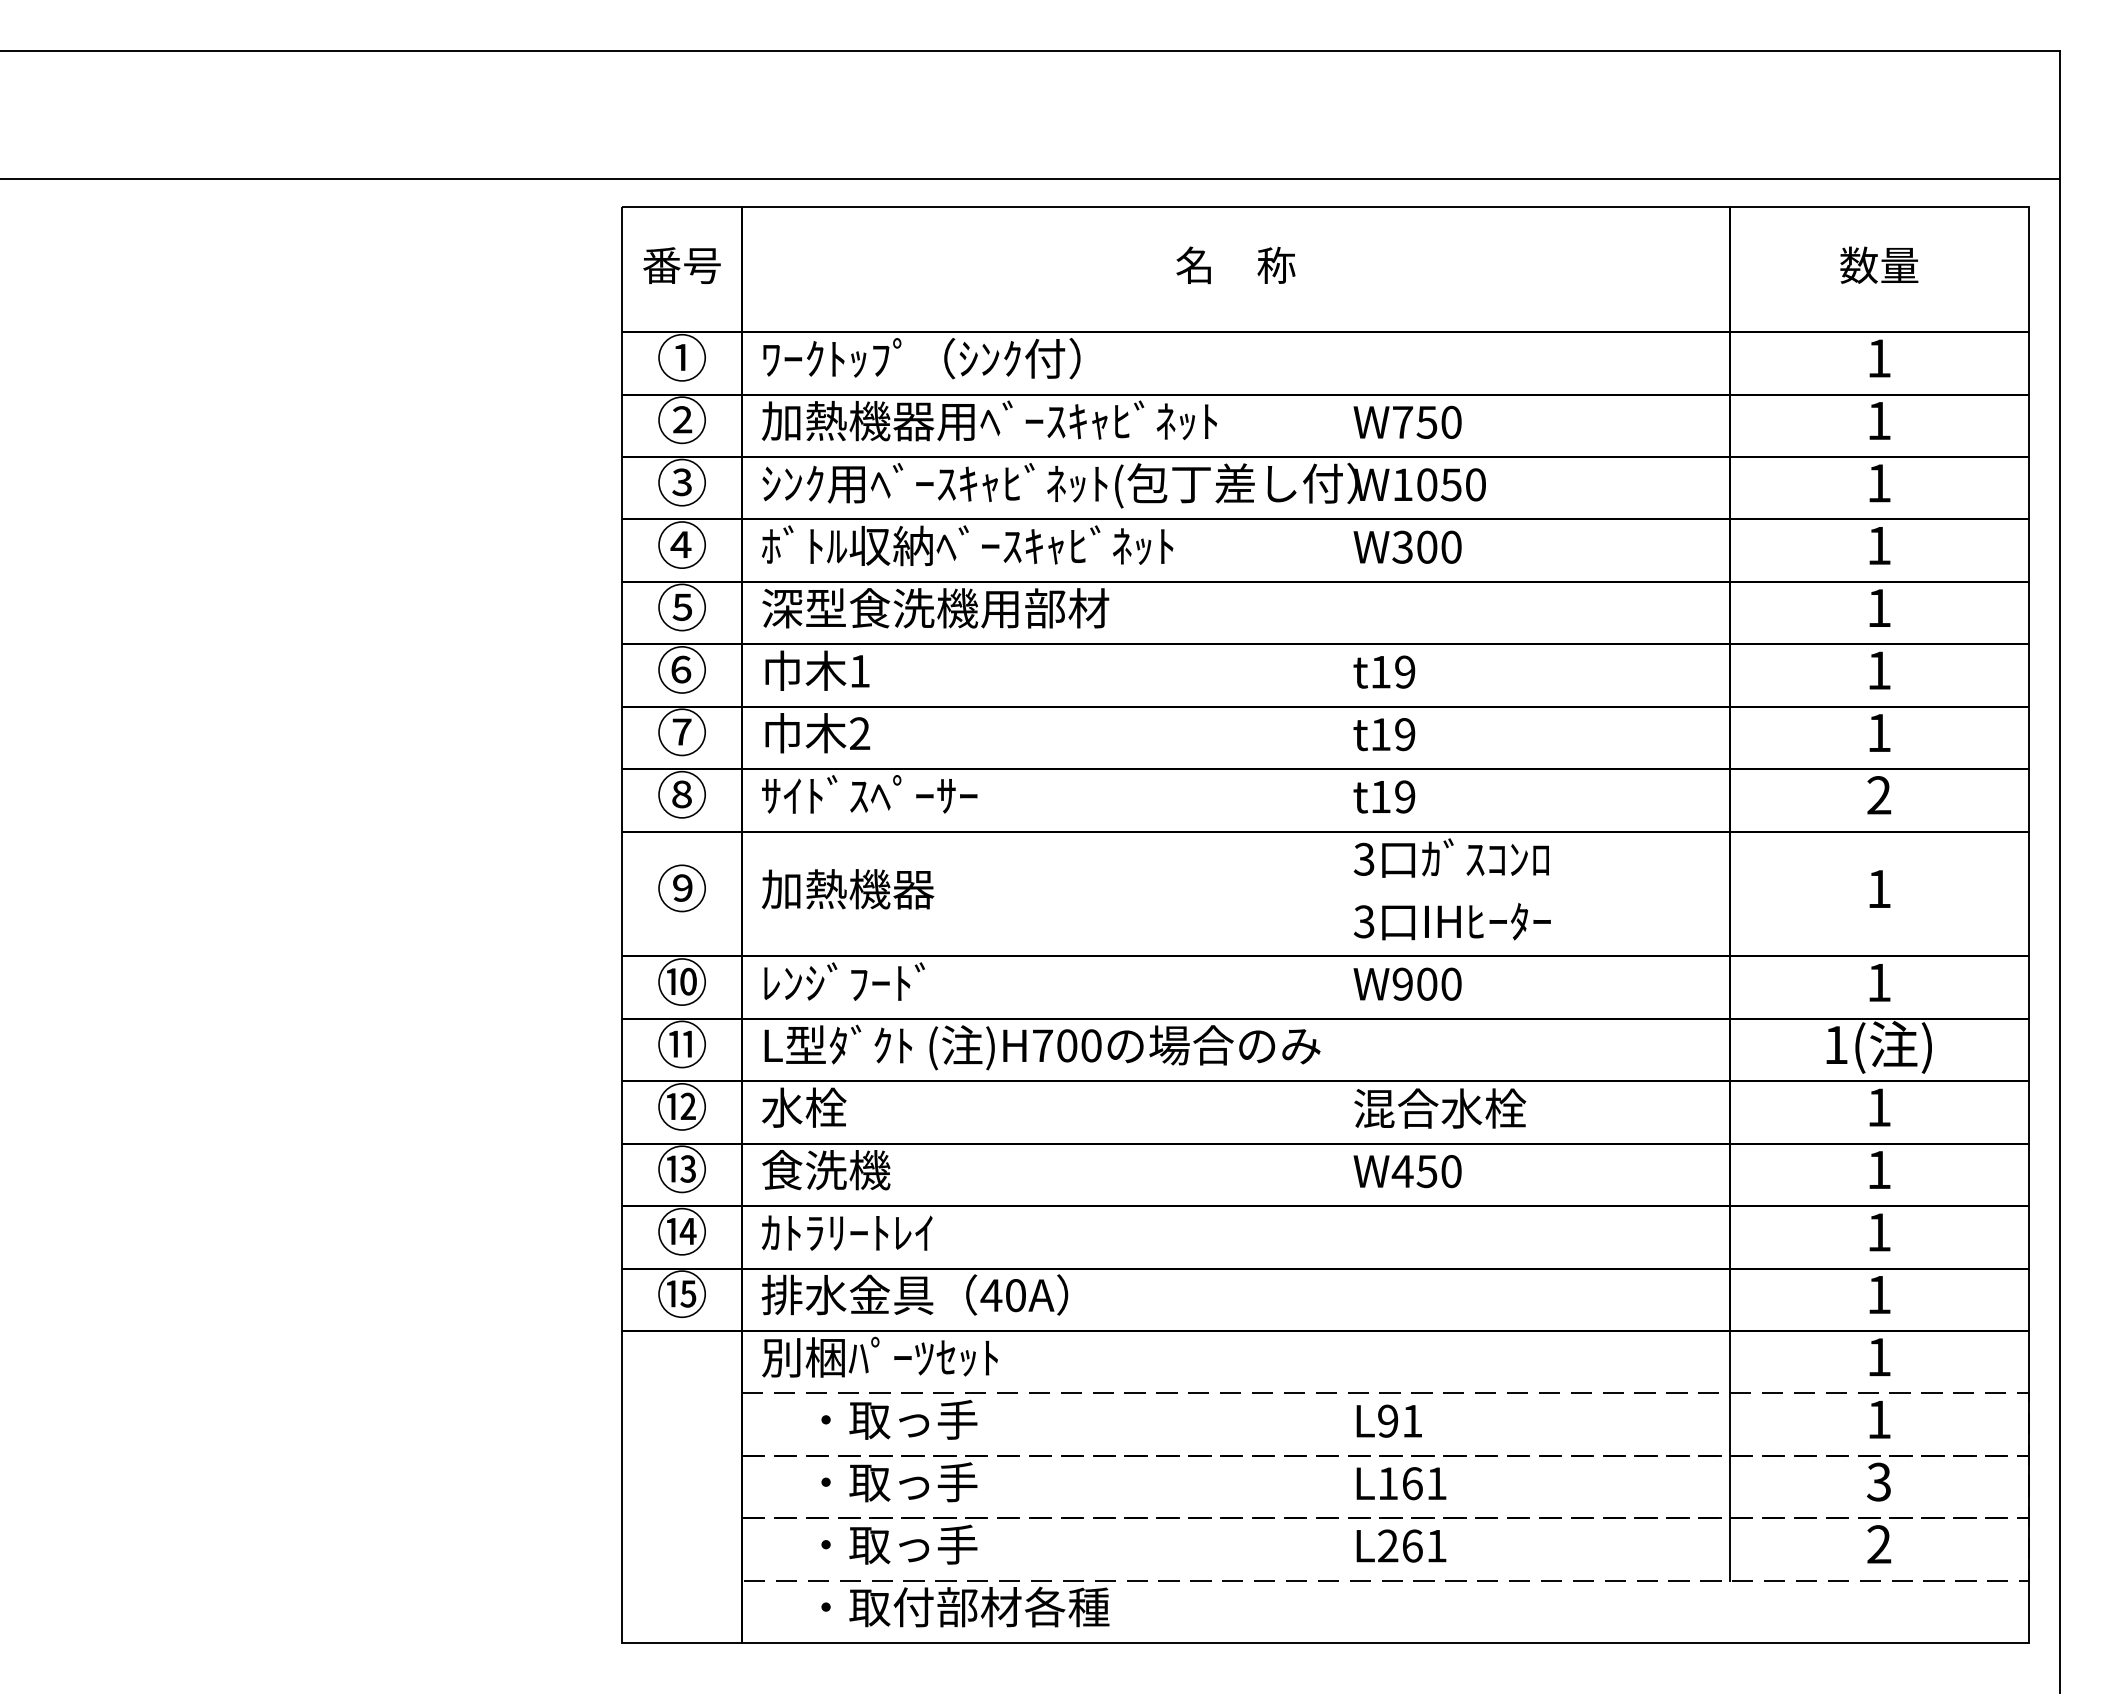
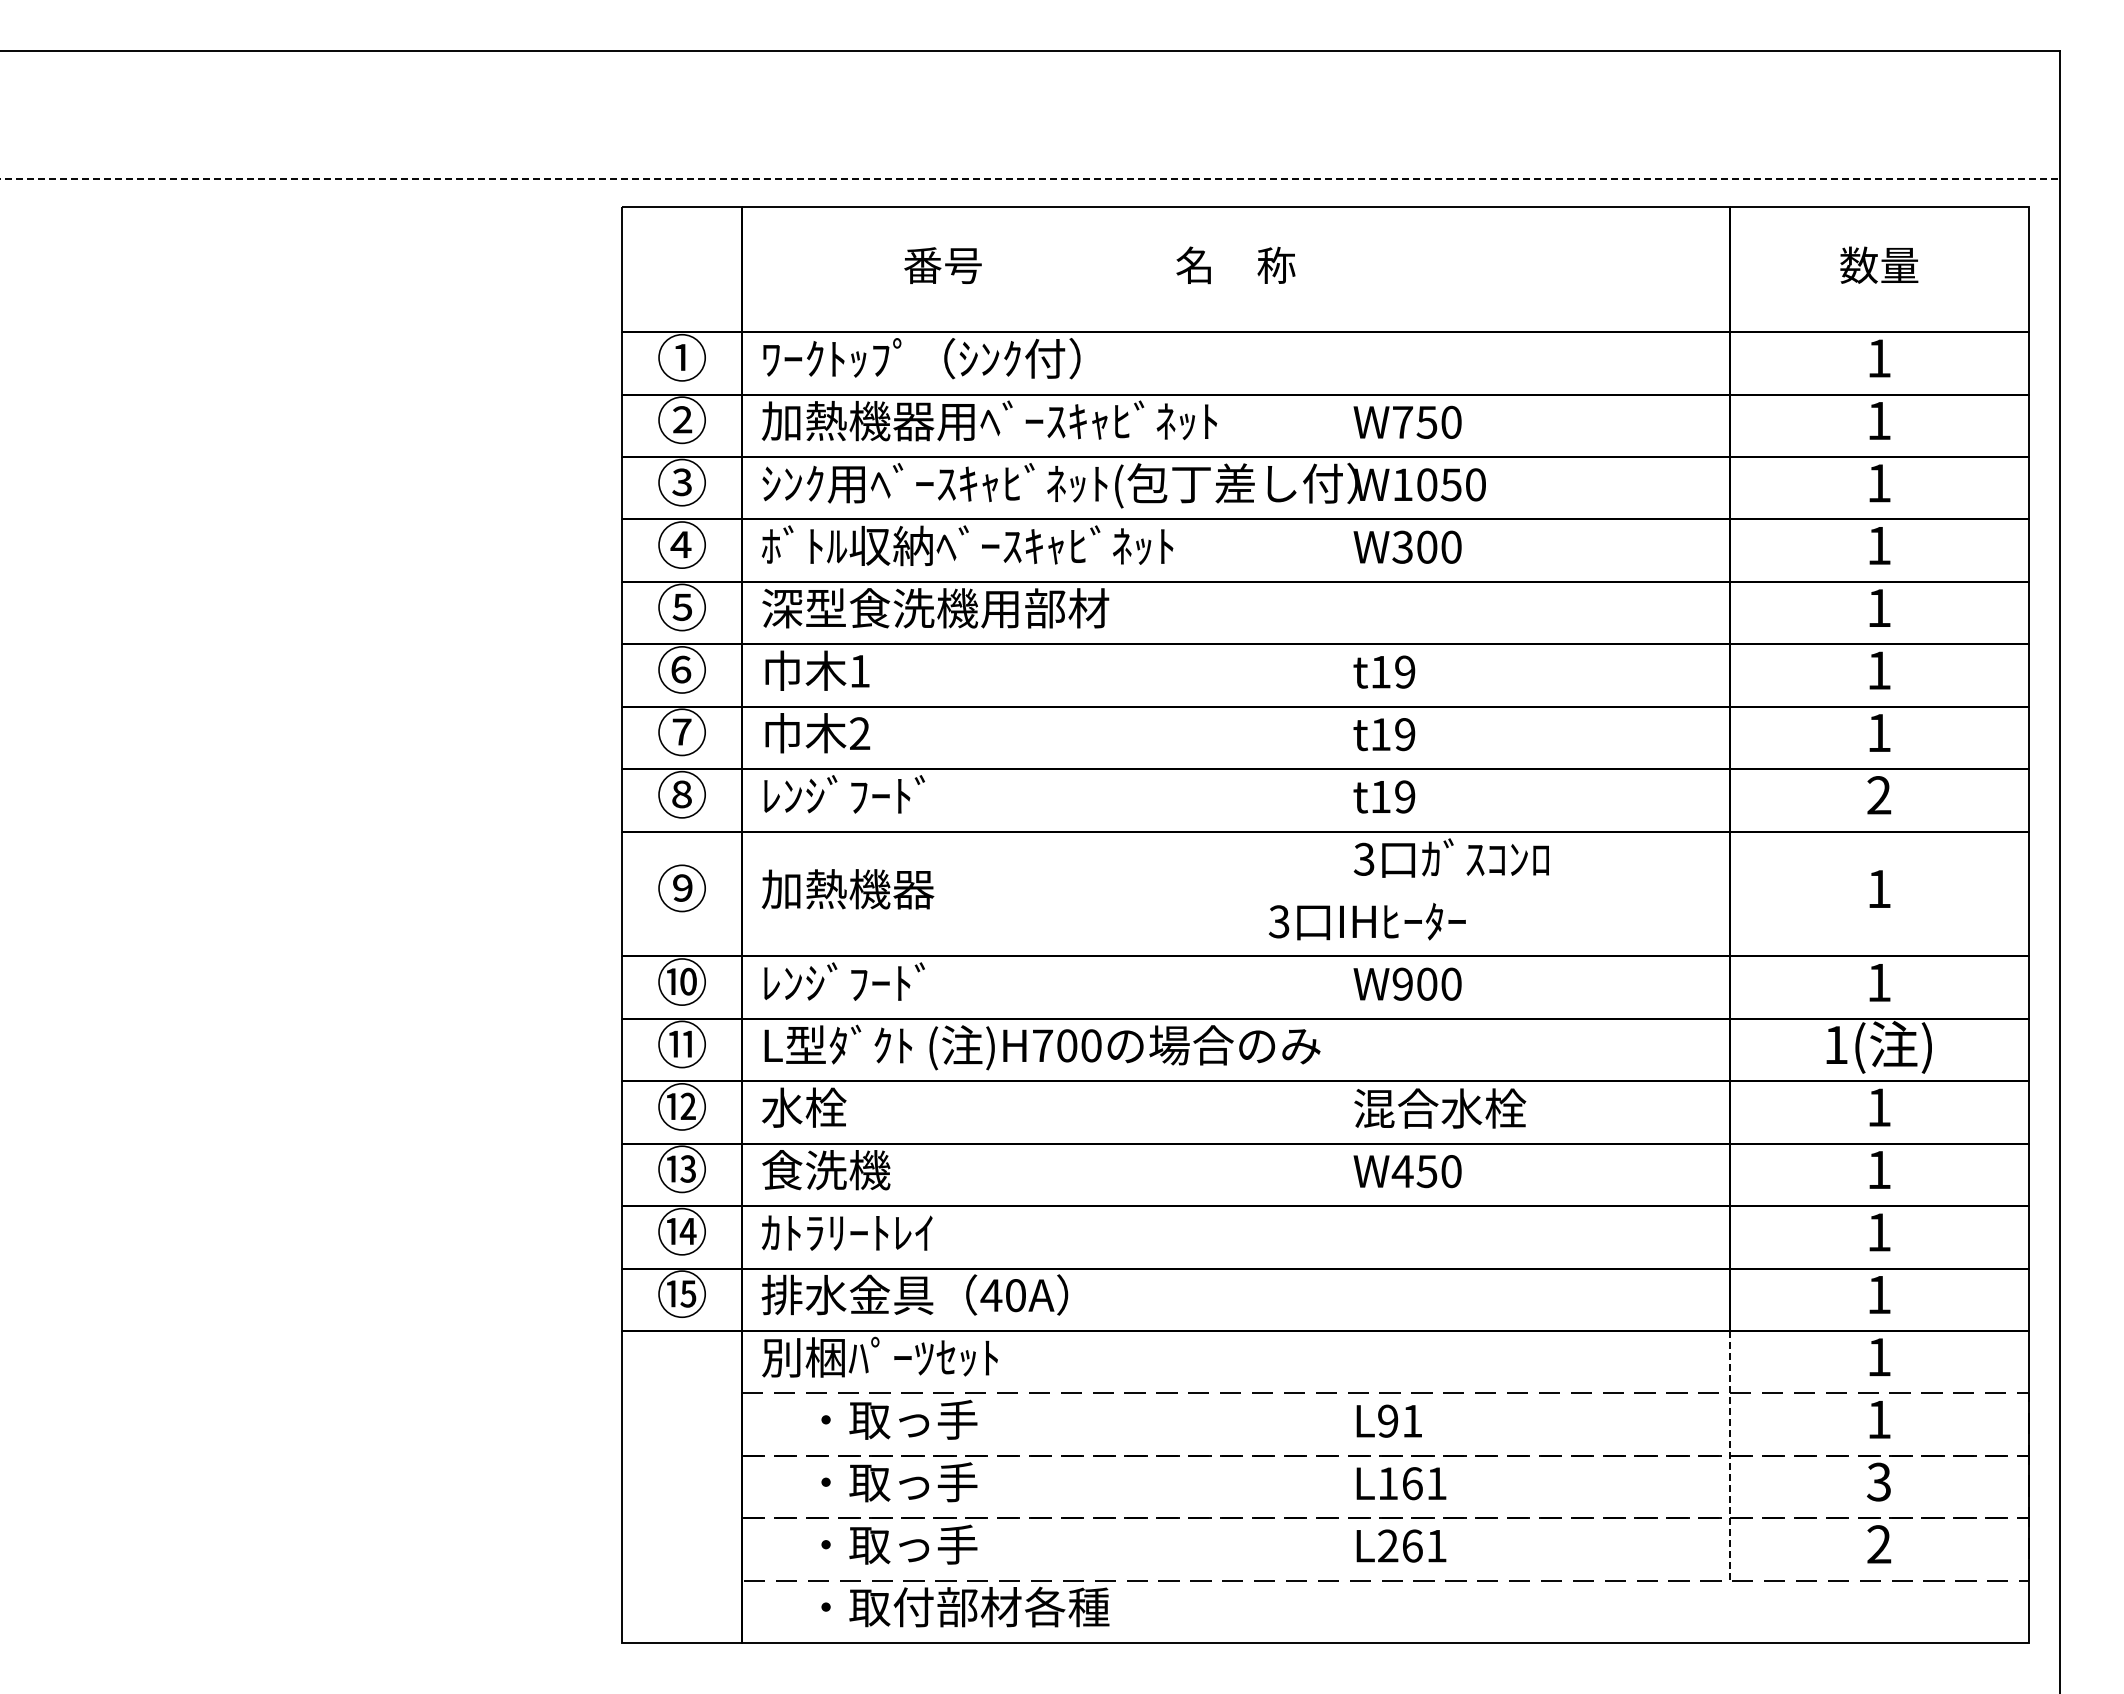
line at (1030, 178): solid -> dashed
text at (681, 265) position: (681, 265) -> (942, 265)
text at (869, 794): ｻｲﾄﾞｽﾍﾟｰｻｰ -> ﾚﾝｼﾞﾌｰﾄﾞ
text at (1452, 921) position: (1452, 921) -> (1367, 921)
line at (1729, 1455): solid -> dashed
